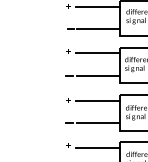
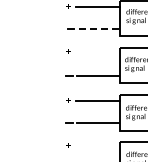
line at (97, 29): solid -> dashed
line at (98, 53): present -> none
line at (97, 147): present -> none
